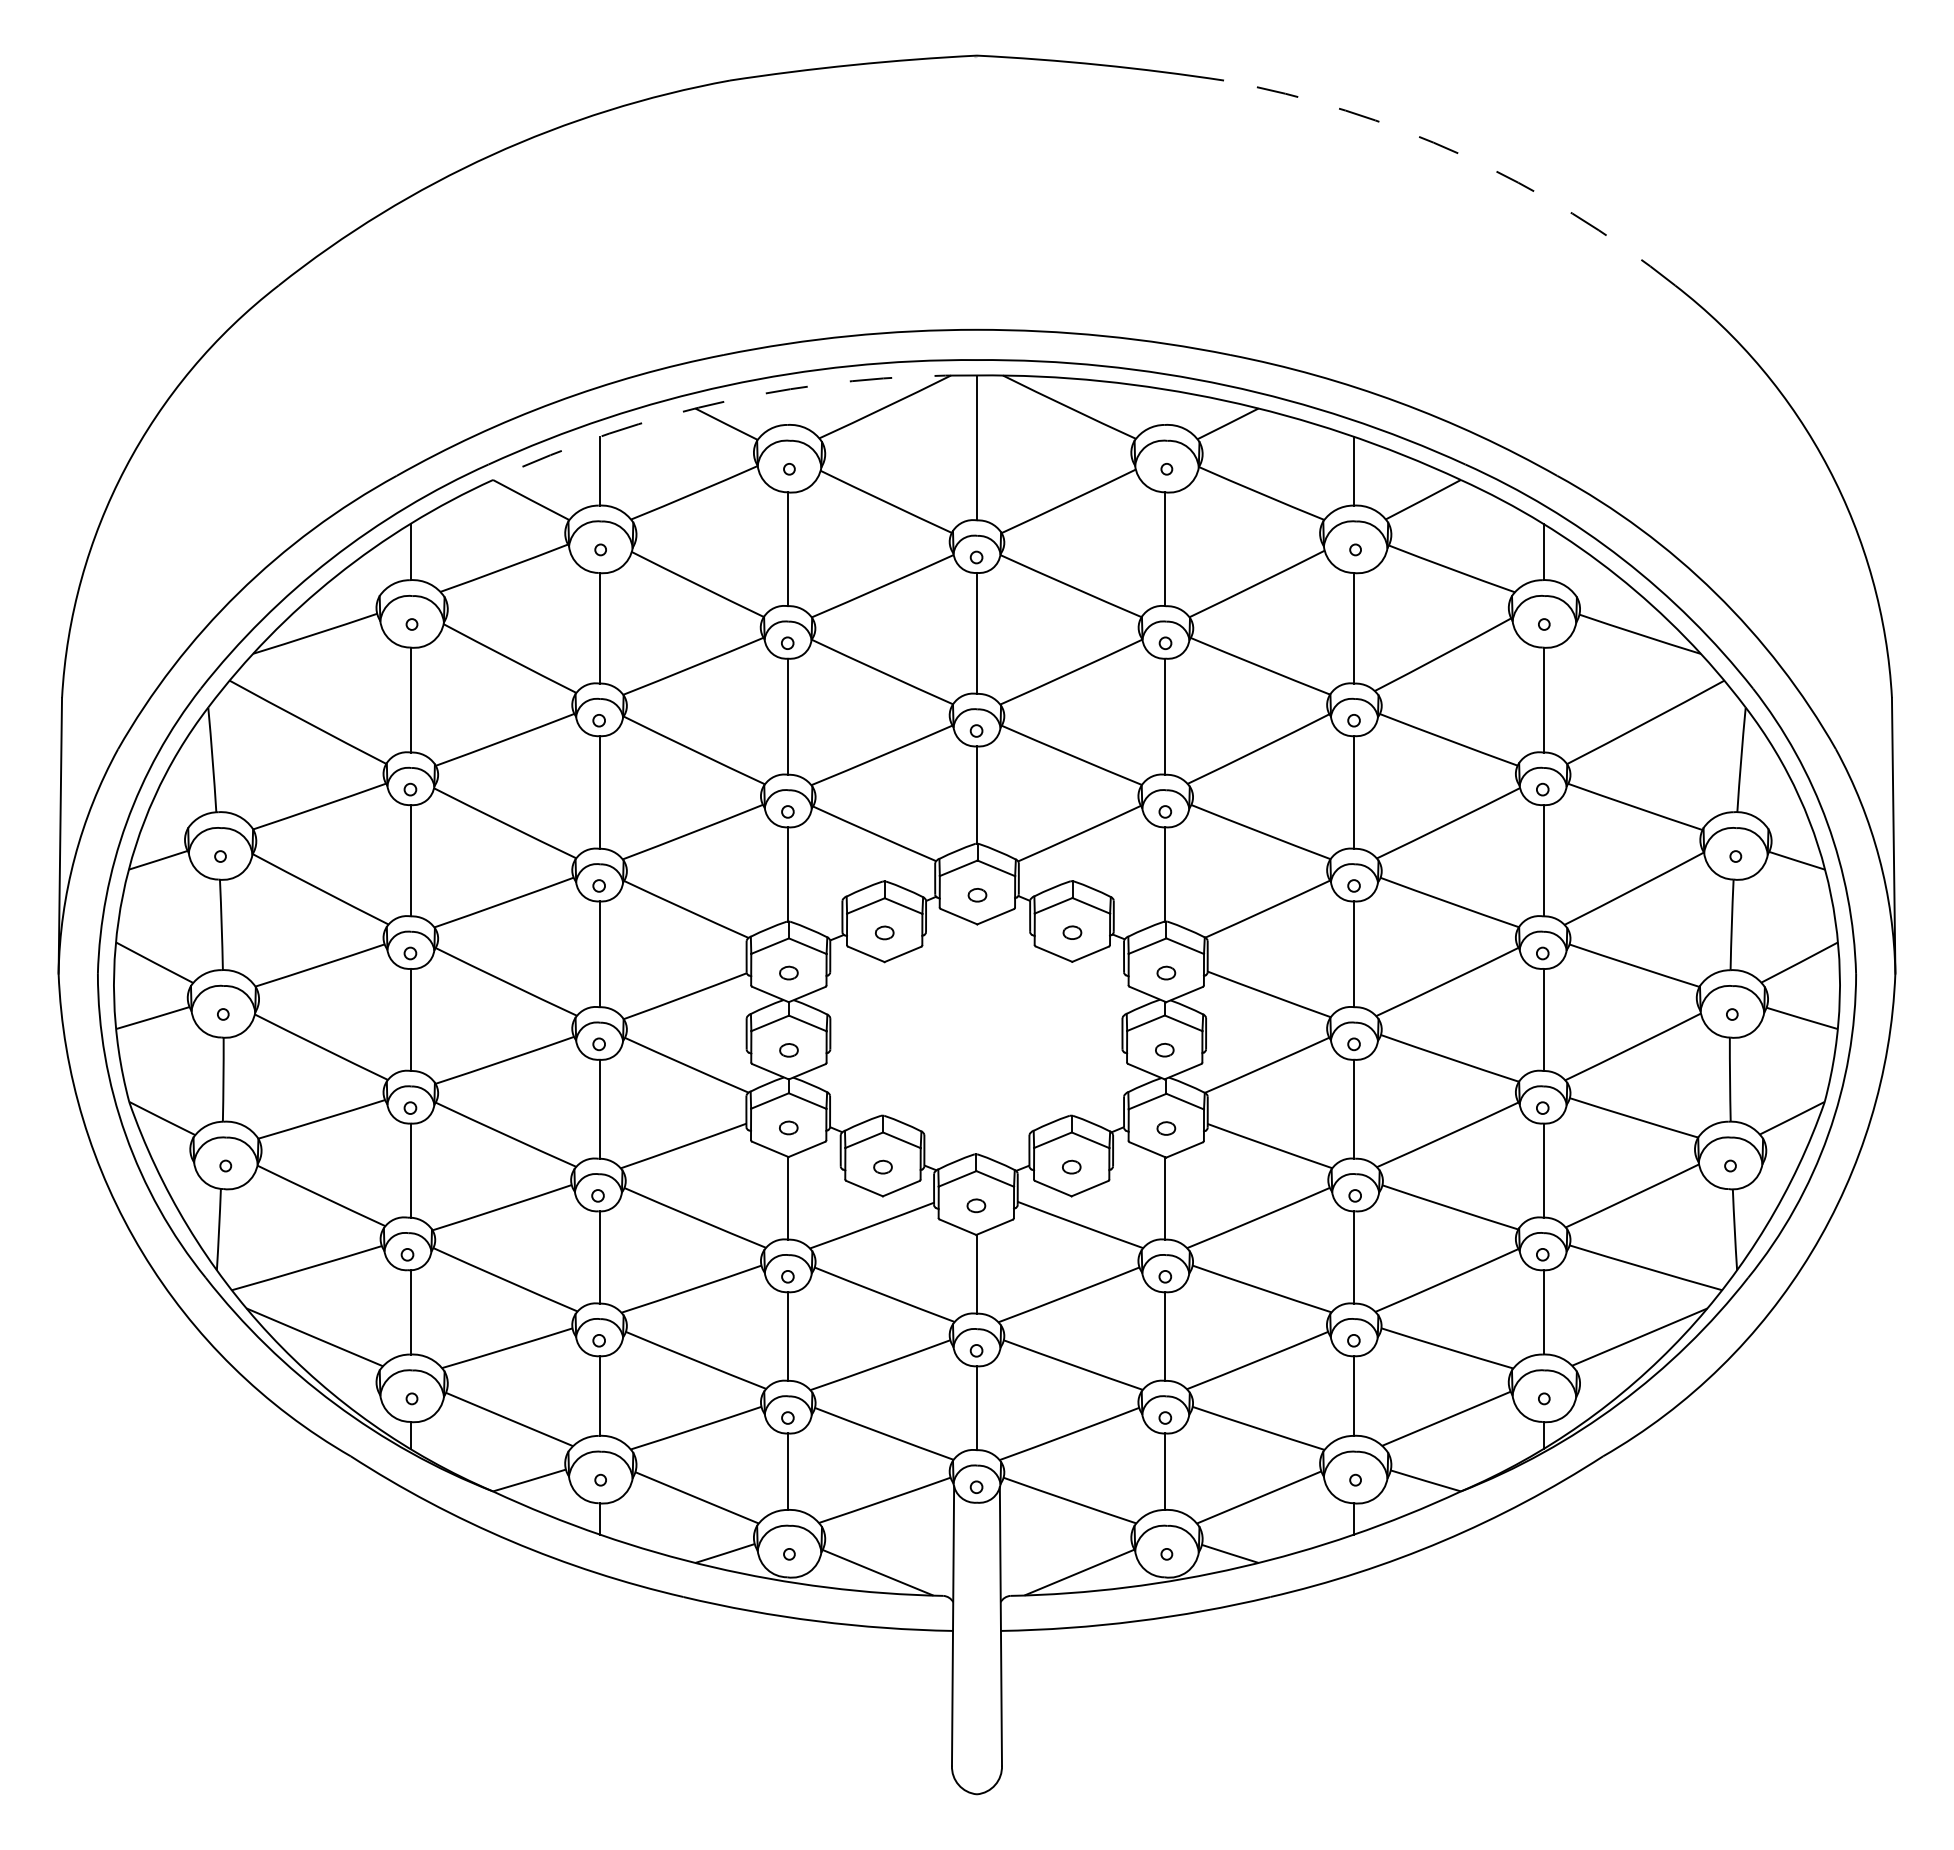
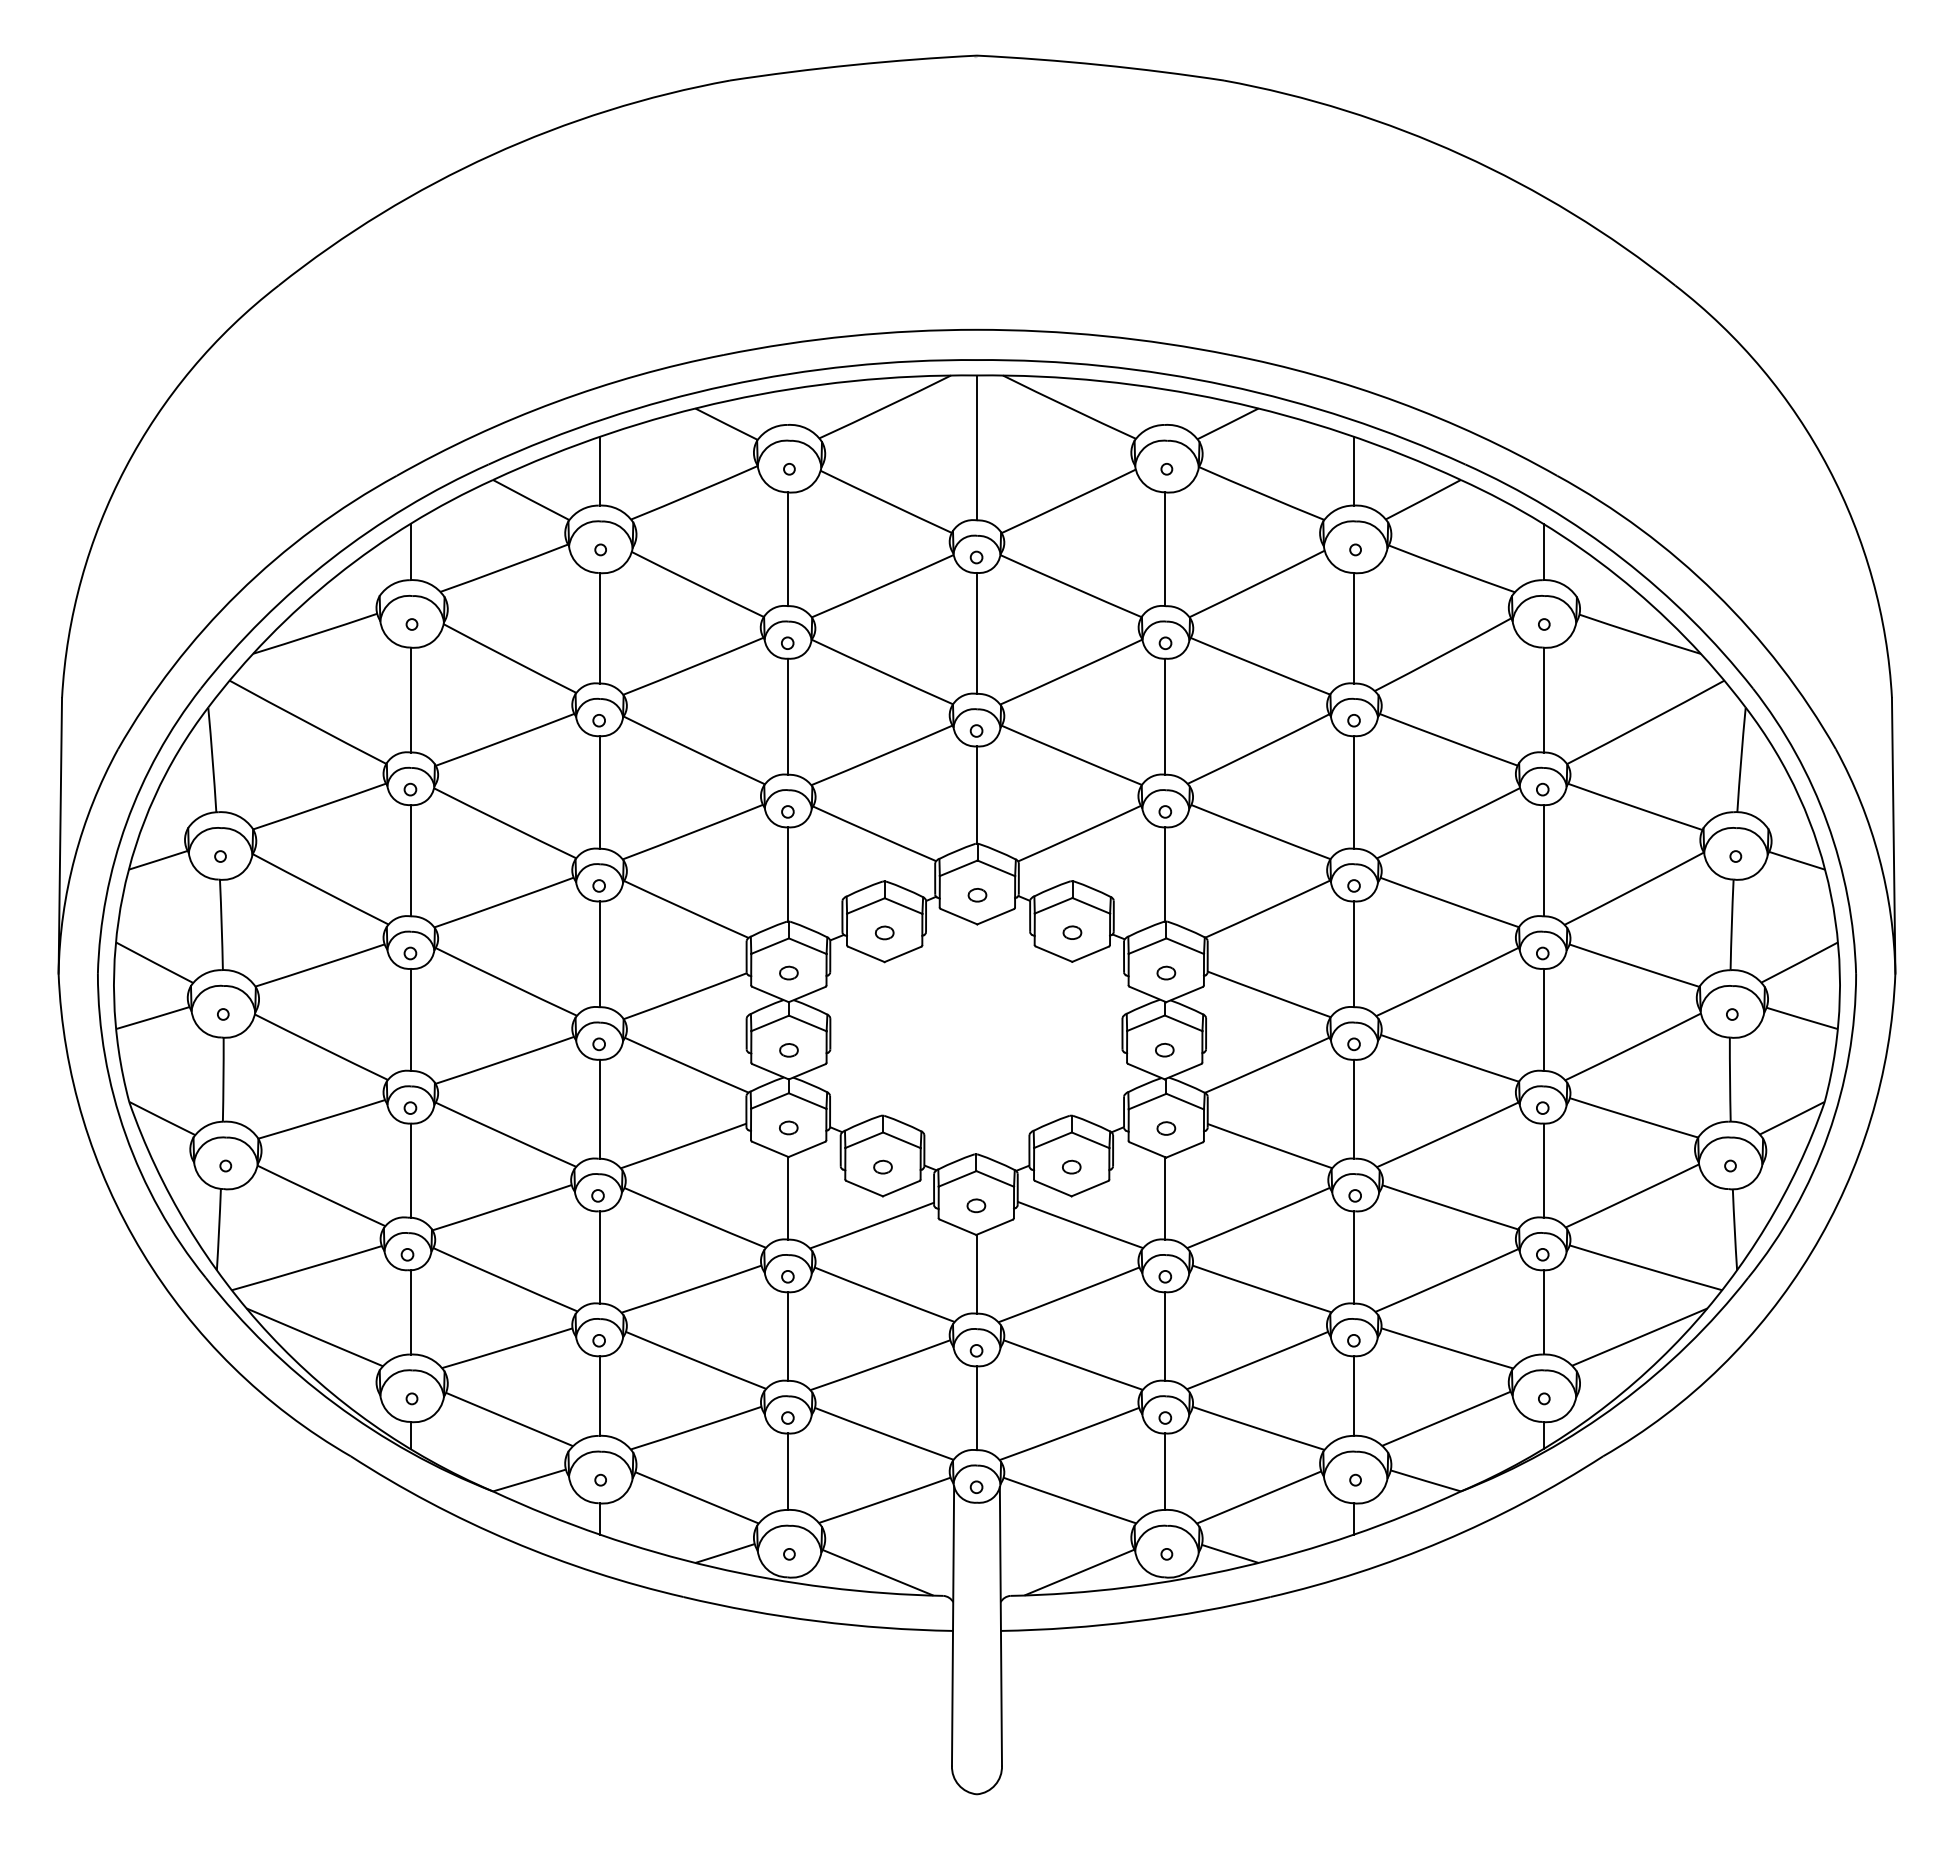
arc at (1462, 155): dashed -> solid
arc at (729, 400): dashed -> solid
